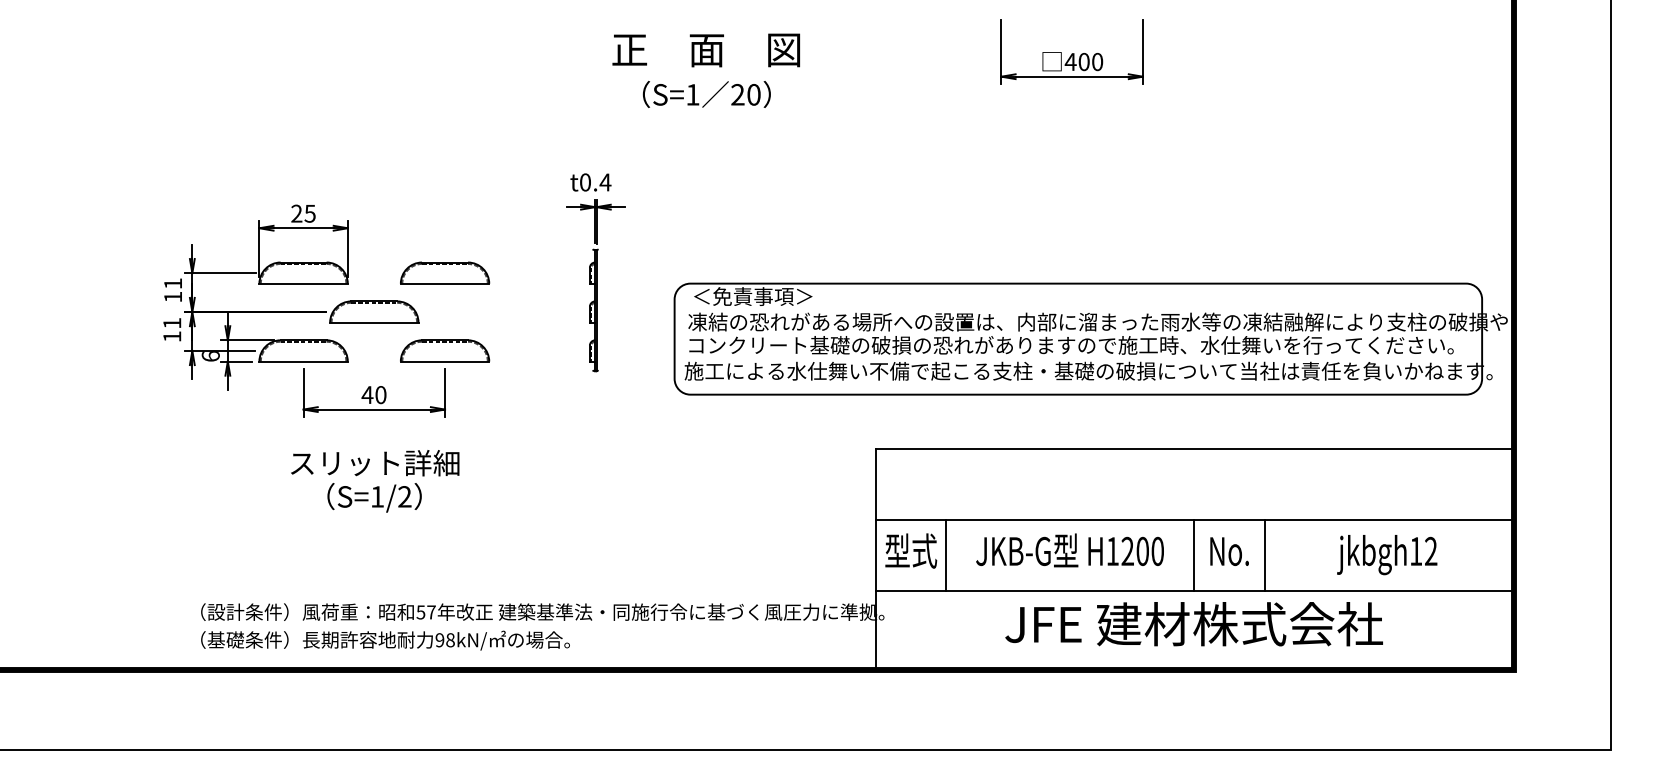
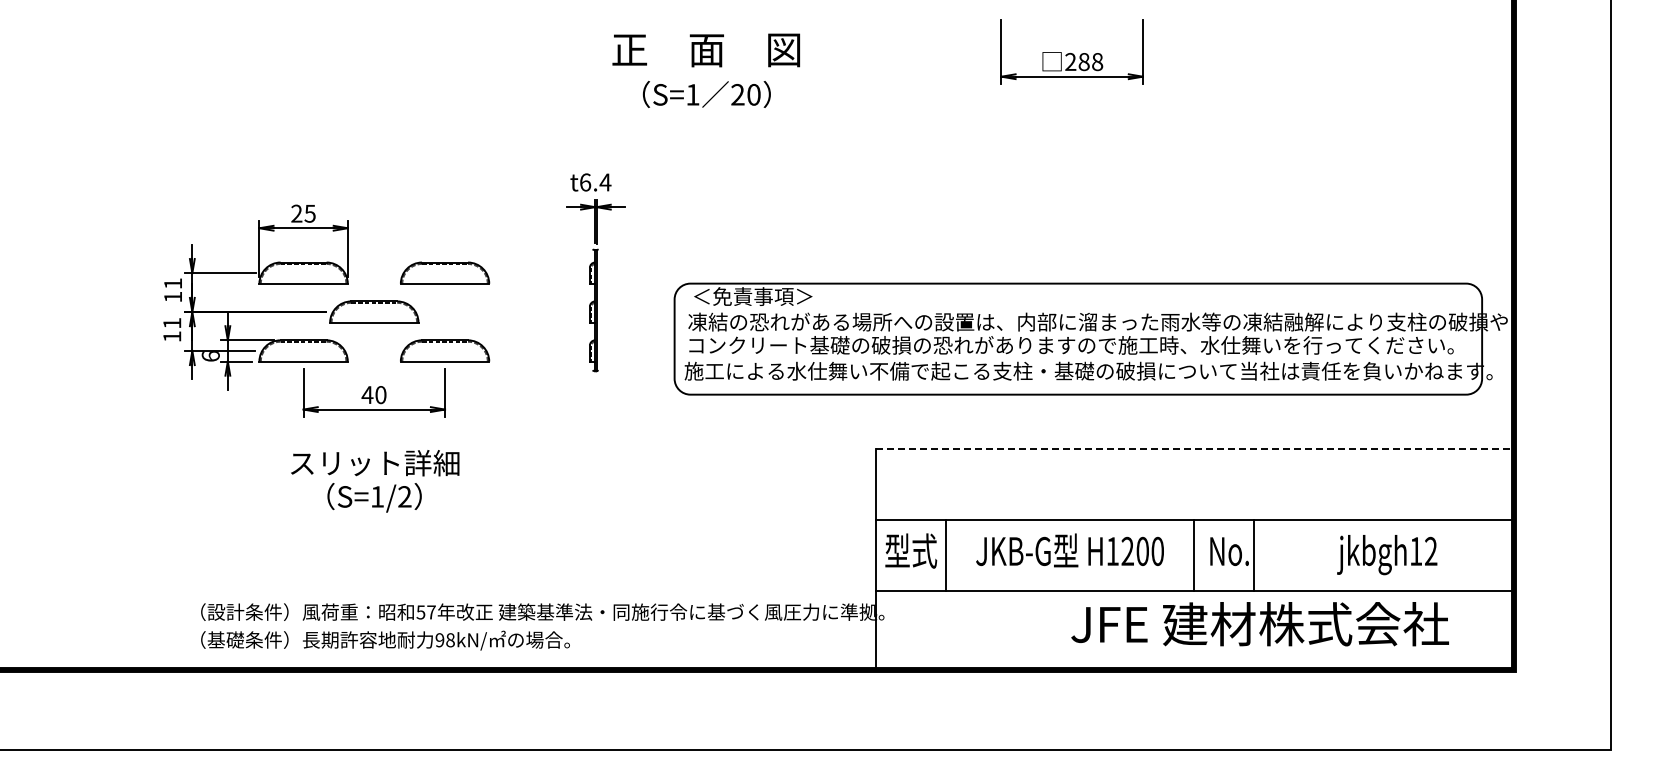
text at (1083, 61): 400 -> 288
text at (585, 182): t0.4 -> t6.4
line at (1194, 449): solid -> dashed
line at (1264, 554) position: (1264, 554) -> (1253, 554)
text at (1193, 624) position: (1193, 624) -> (1259, 624)
